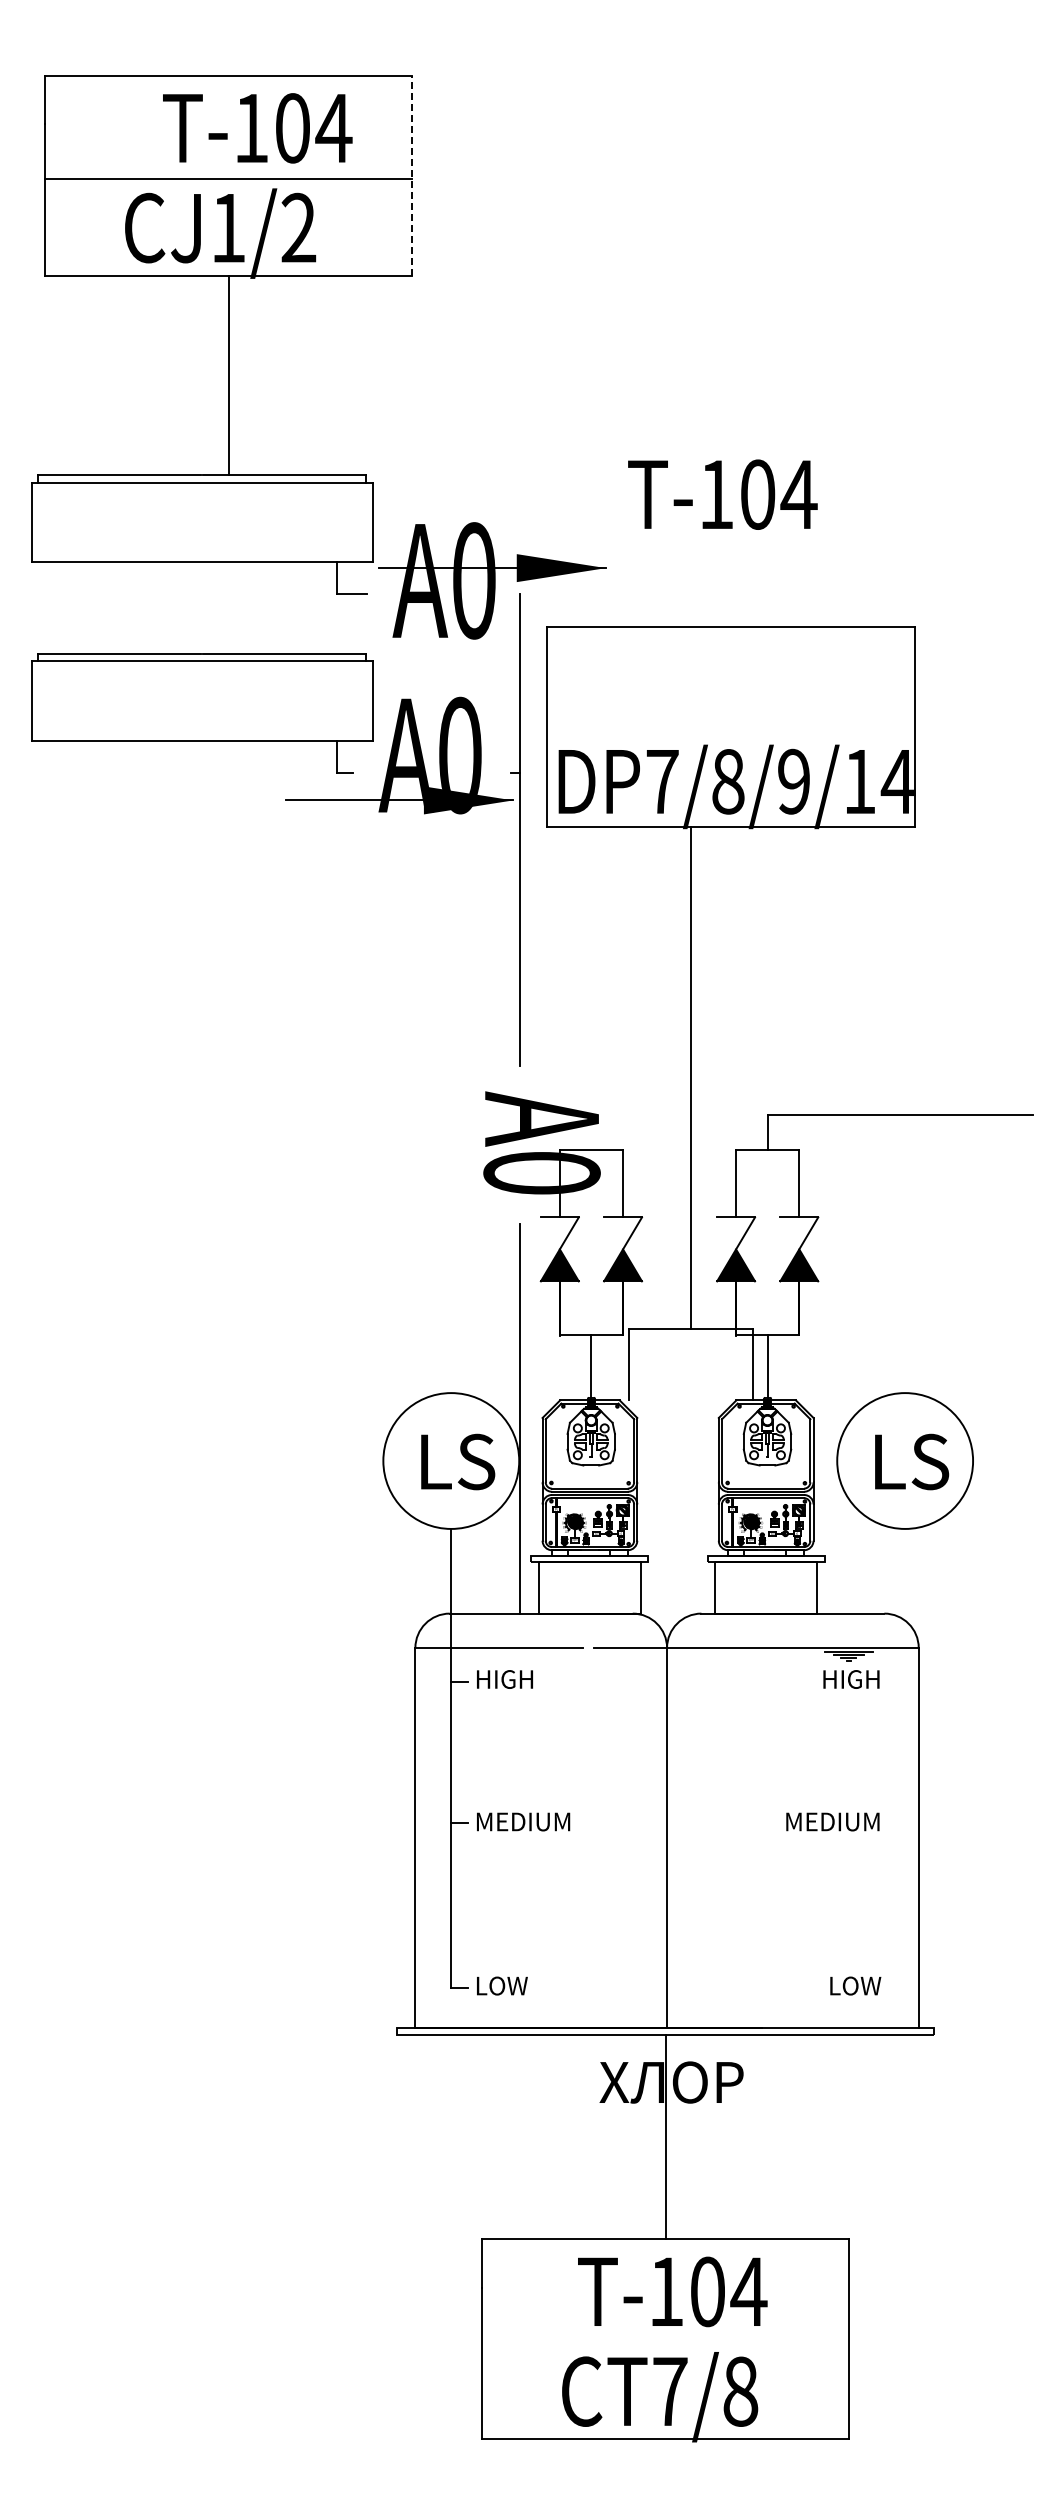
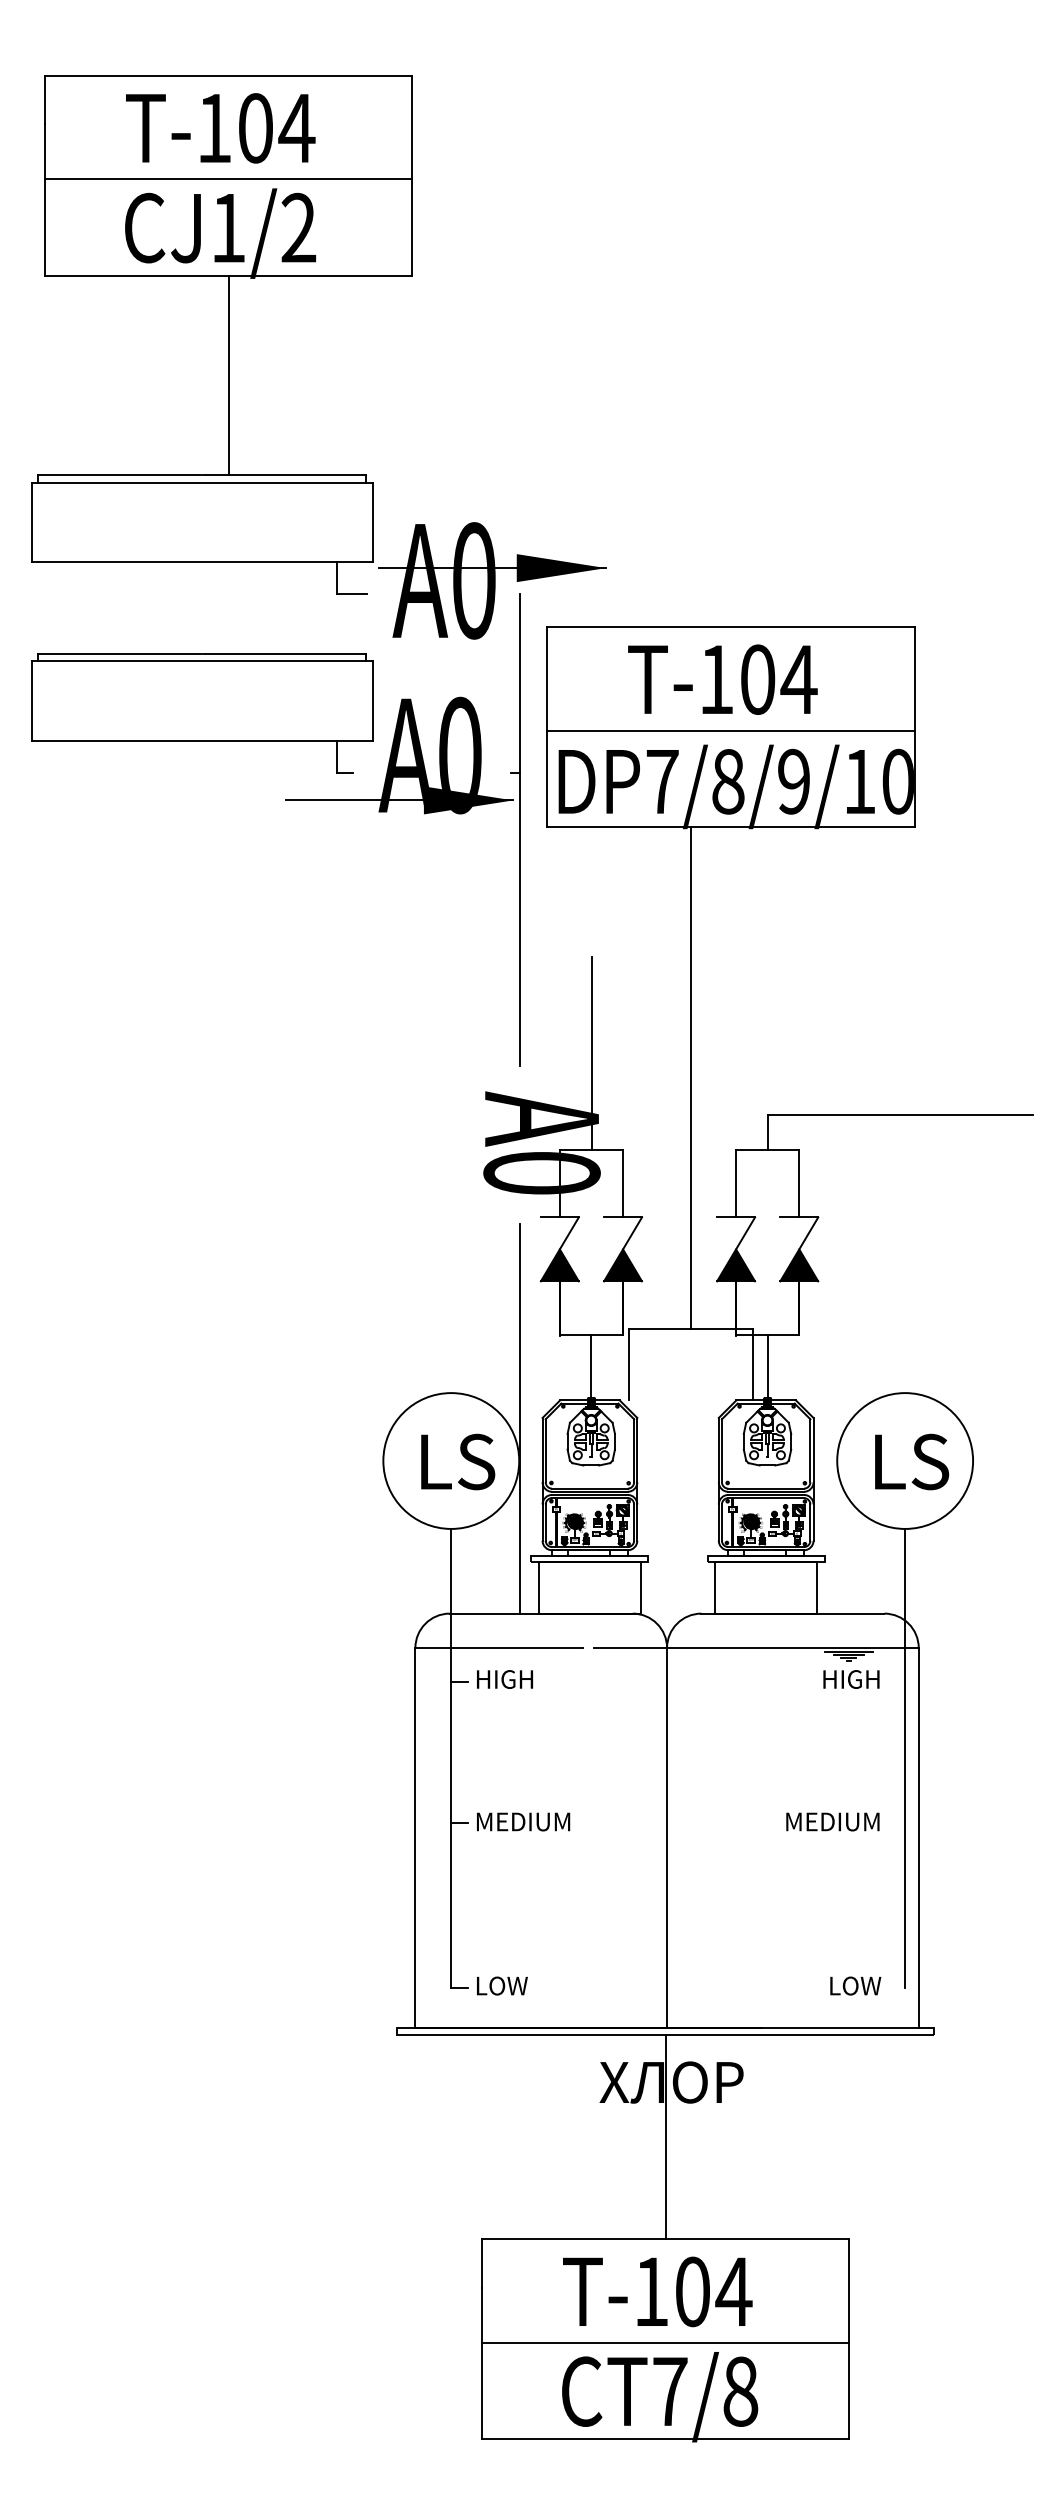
text at (257, 128) position: (257, 128) -> (220, 128)
line at (412, 175): dashed -> solid
text at (722, 494) position: (722, 494) -> (722, 679)
line at (730, 730): none -> present
text at (896, 781): DP7/8/9/14 -> DP7/8/9/10
line at (591, 1053): none -> present
line at (905, 1757): none -> present
text at (672, 2291) position: (672, 2291) -> (657, 2291)
line at (665, 2342): none -> present
